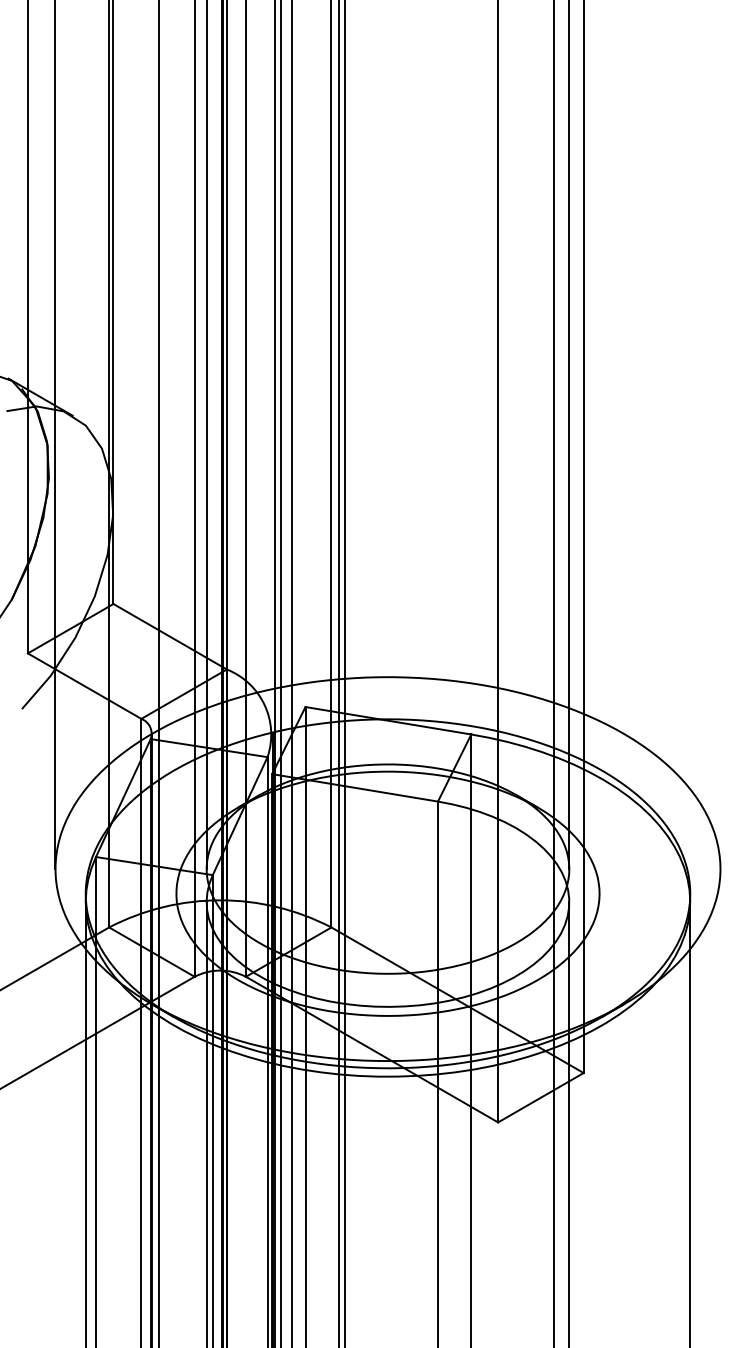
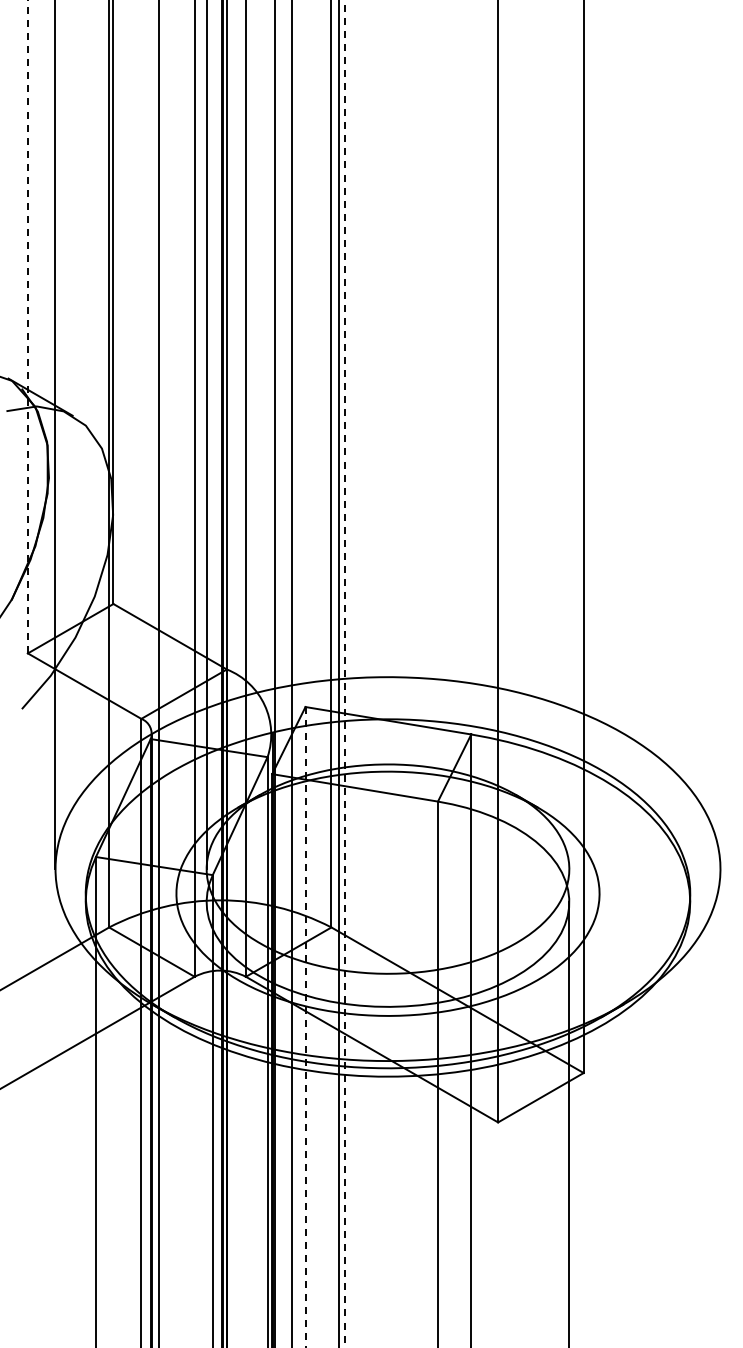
line at (27, 326): solid -> dashed
line at (569, 435): present -> none
line at (281, 673): present -> none
line at (345, 673): solid -> dashed
line at (554, 673): present -> none
line at (305, 1027): solid -> dashed
line at (85, 1123): present -> none
line at (206, 1123): present -> none
line at (690, 1123): present -> none
